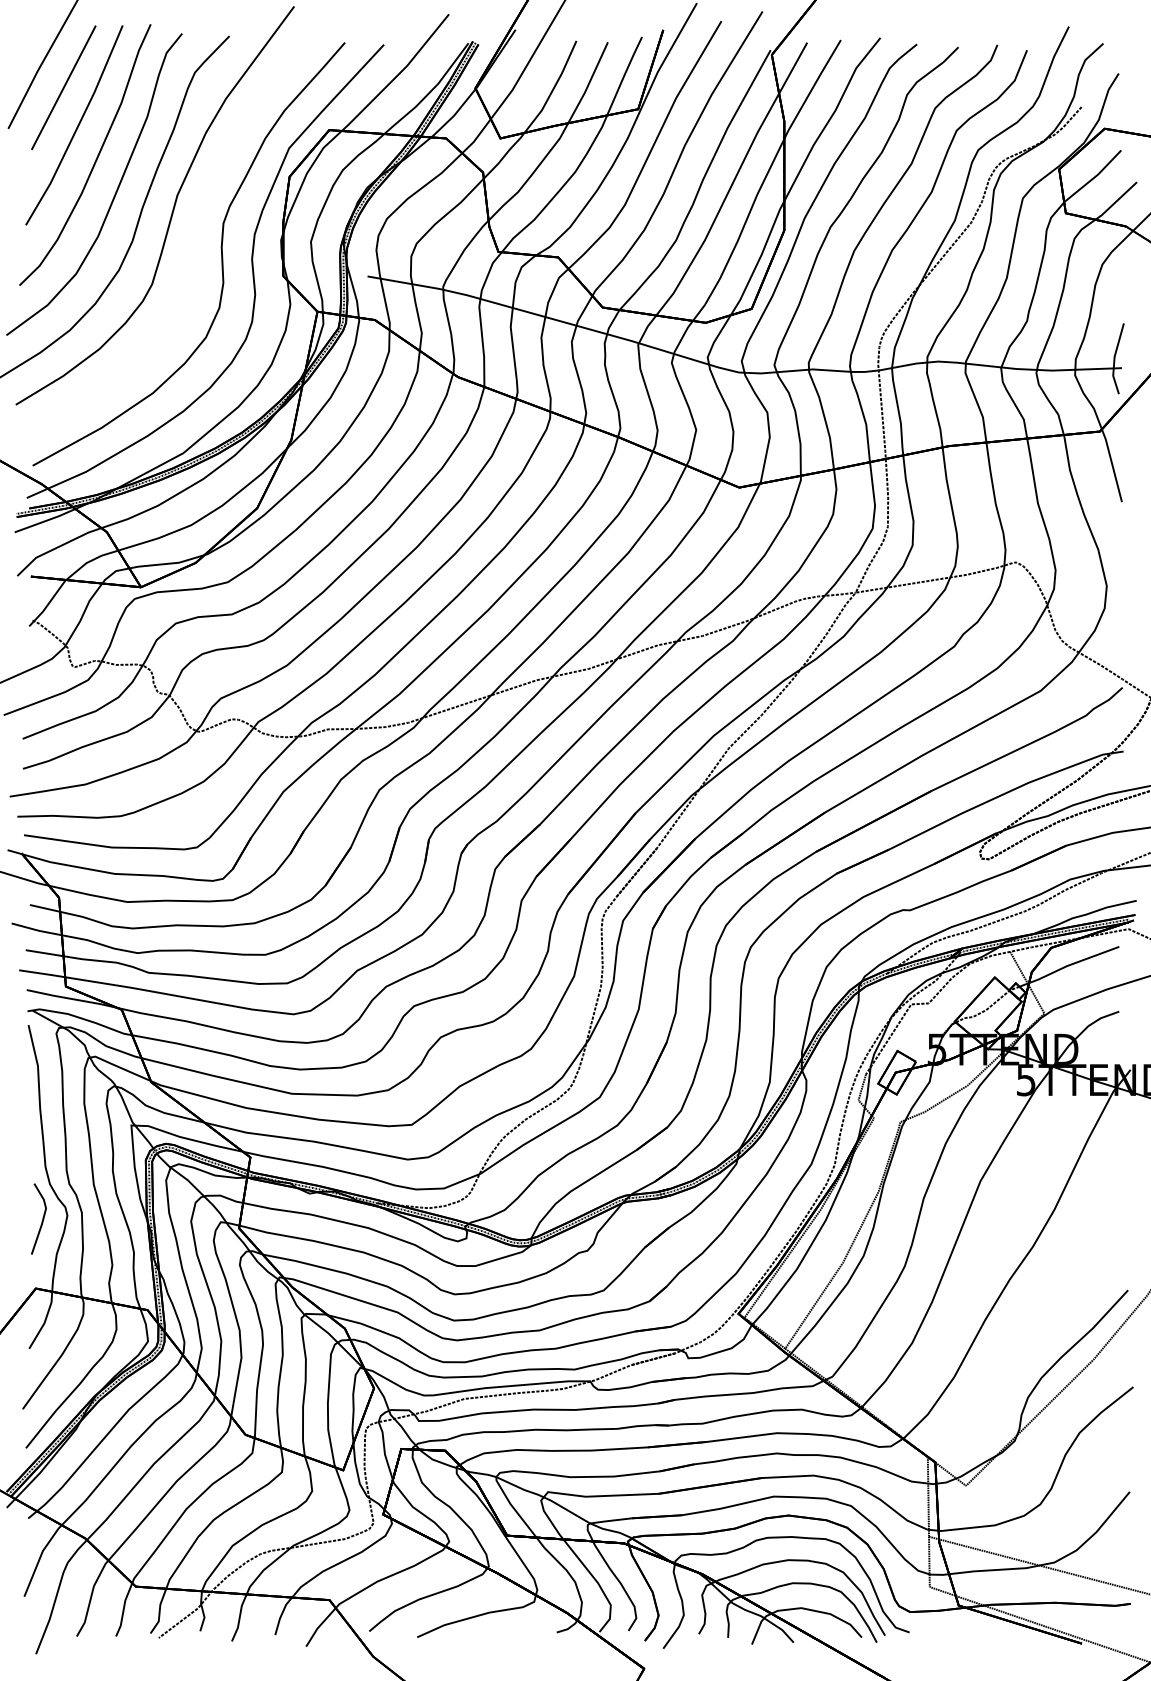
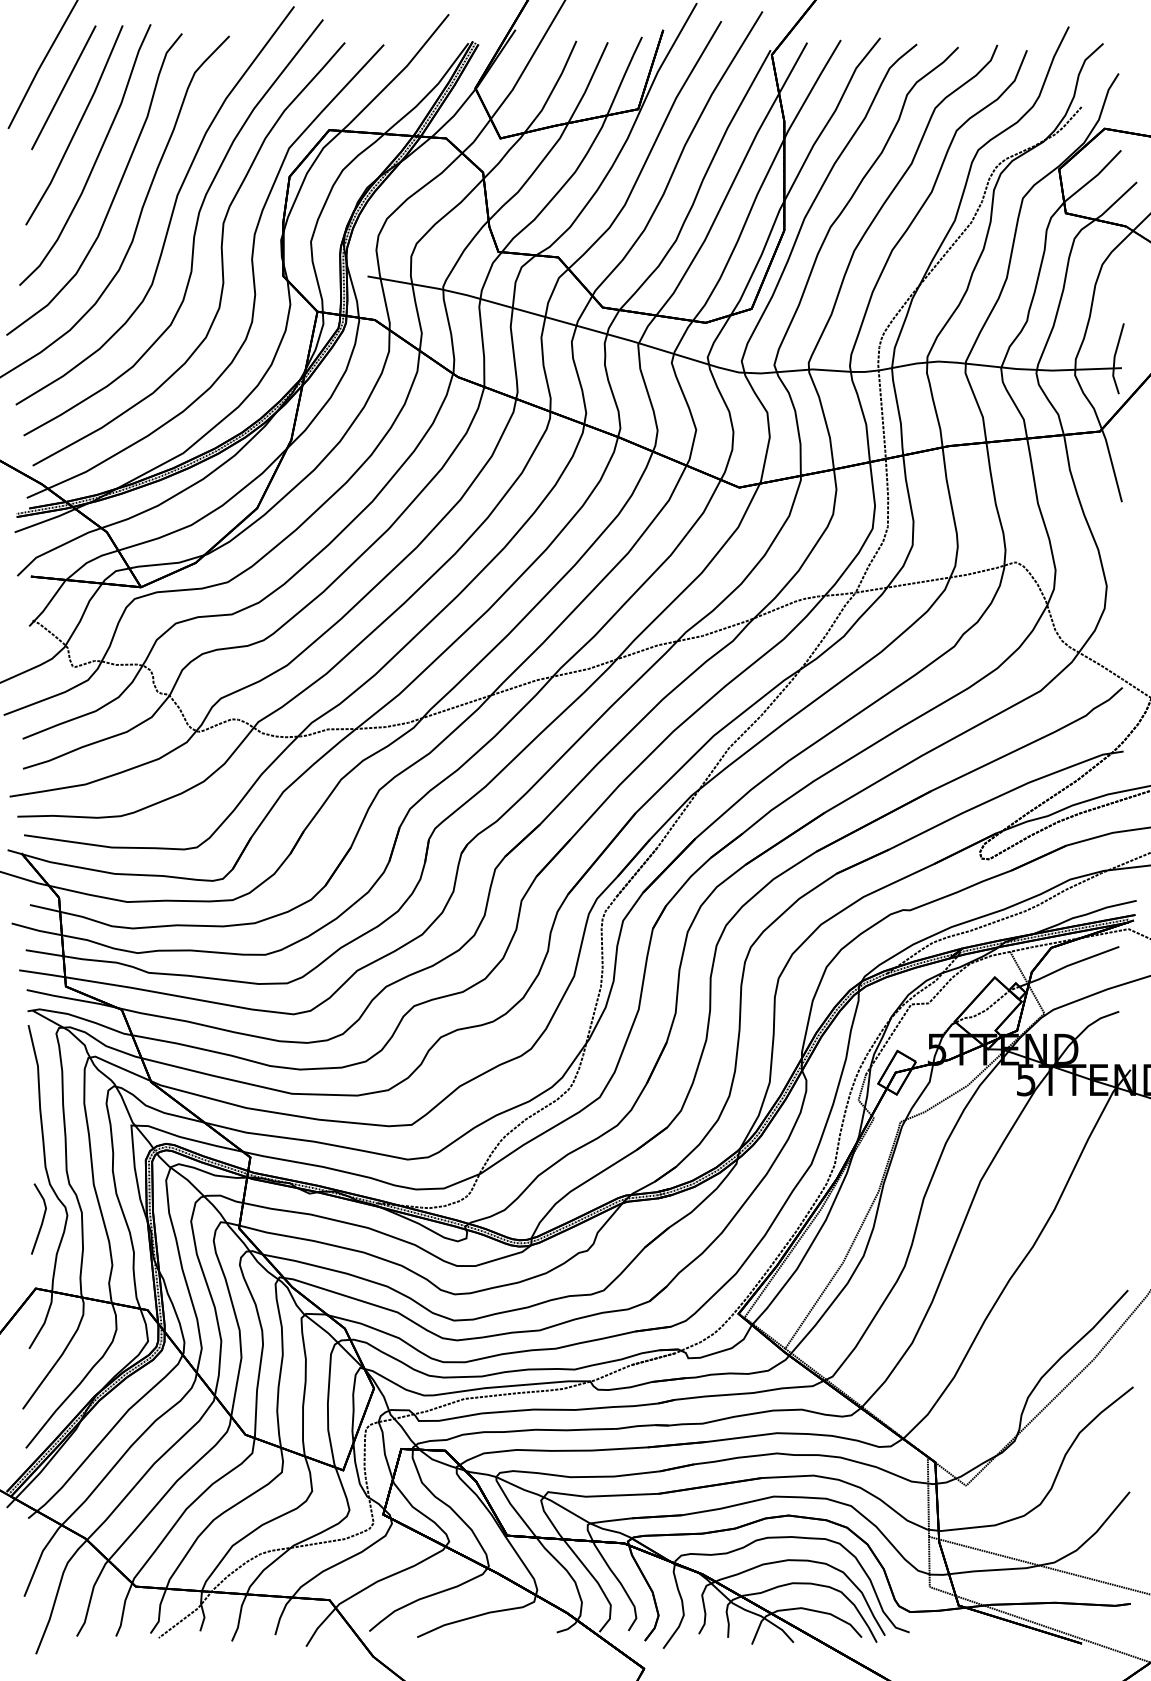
part at (194, 229): none -> present
